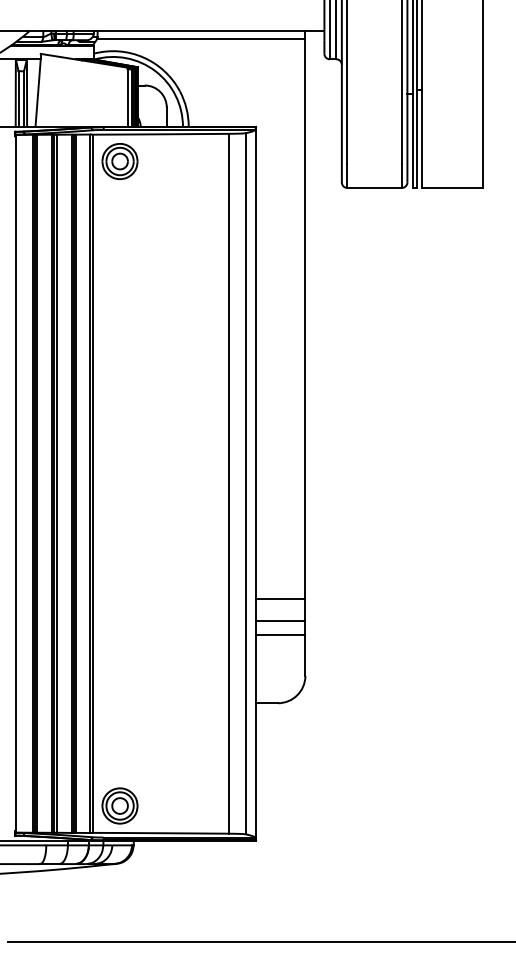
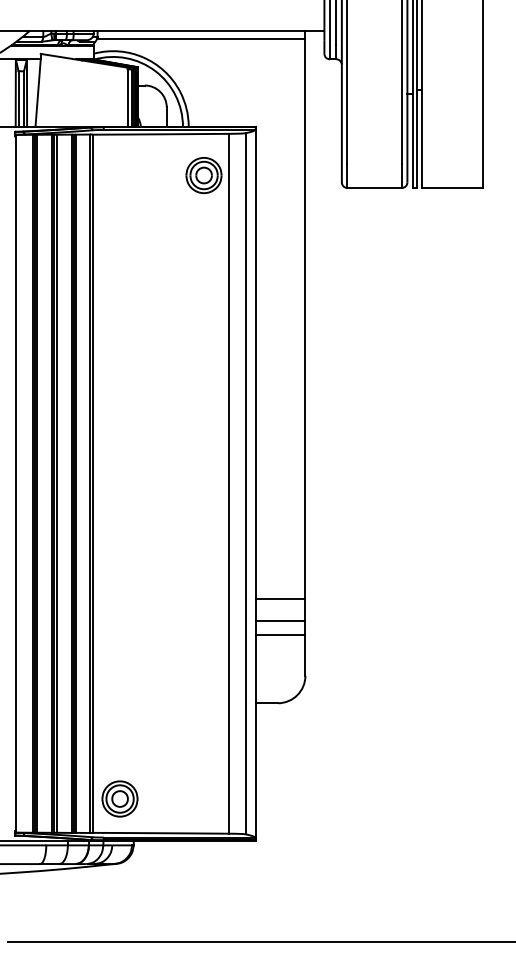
part at (119, 161) position: (119, 161) -> (203, 175)
part at (119, 805) position: (119, 805) -> (119, 798)
